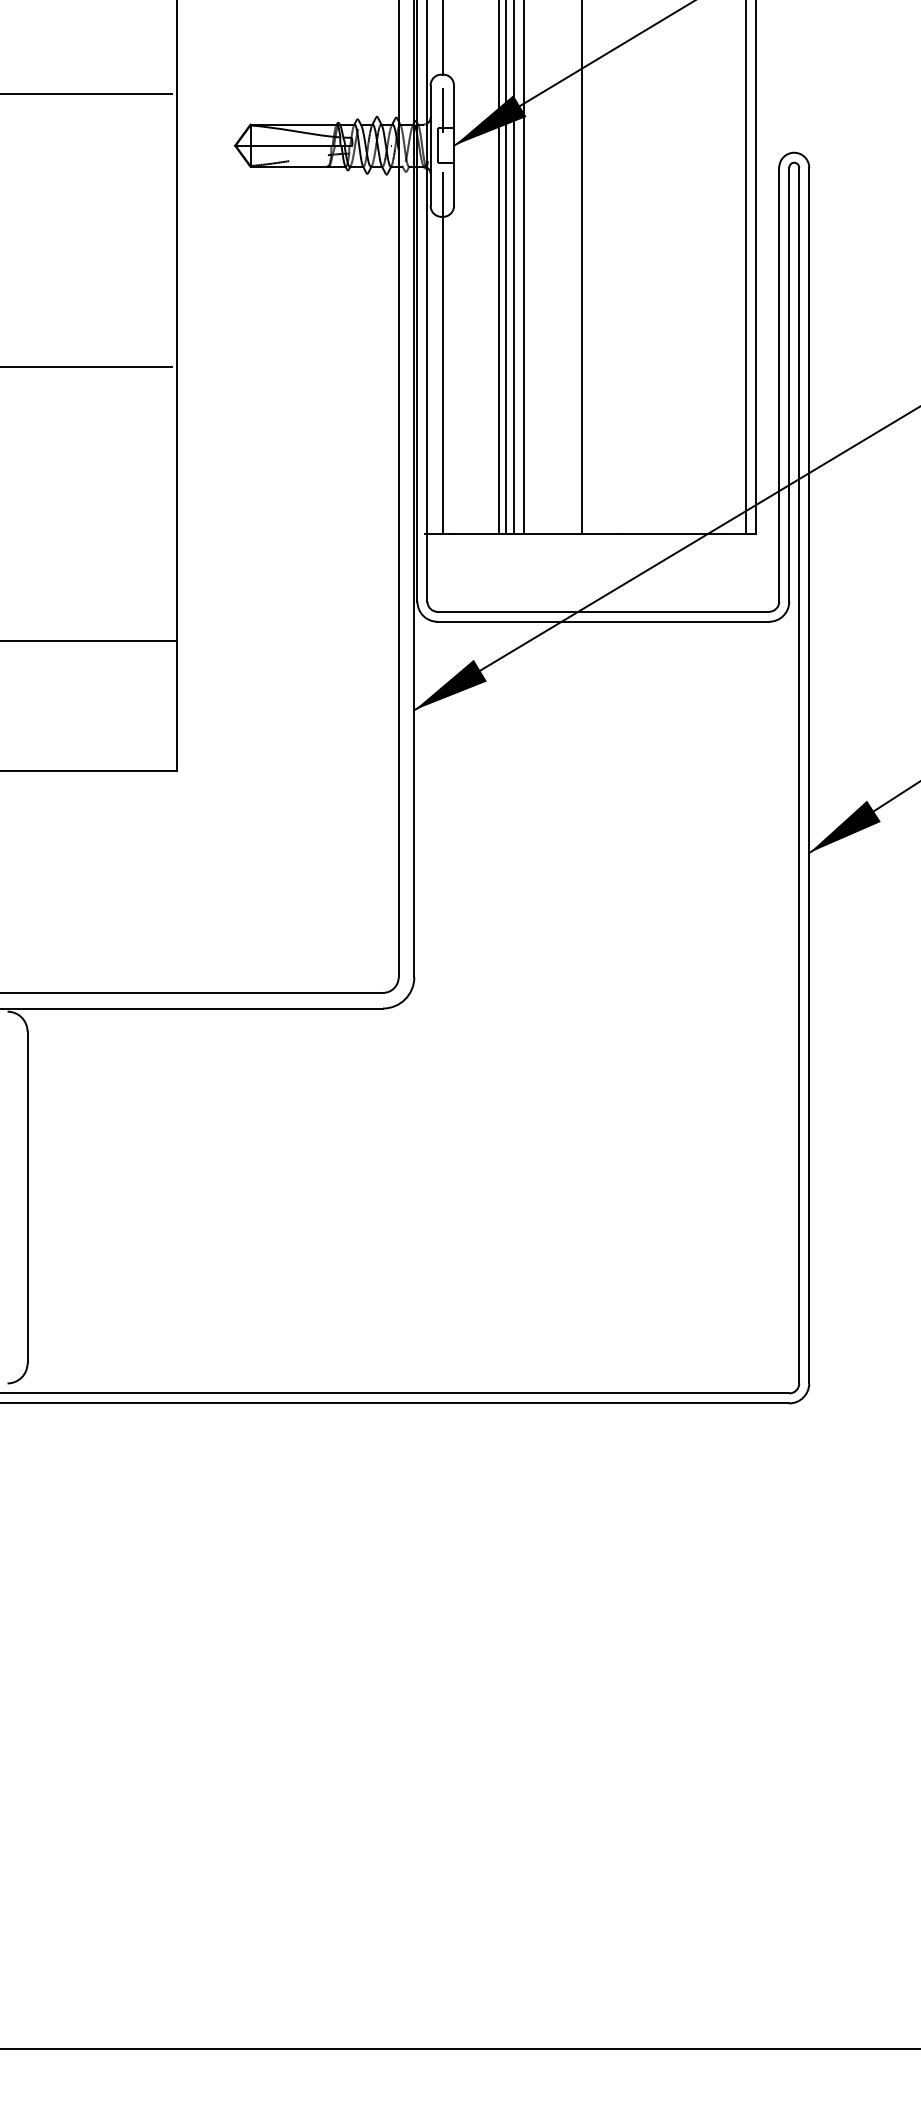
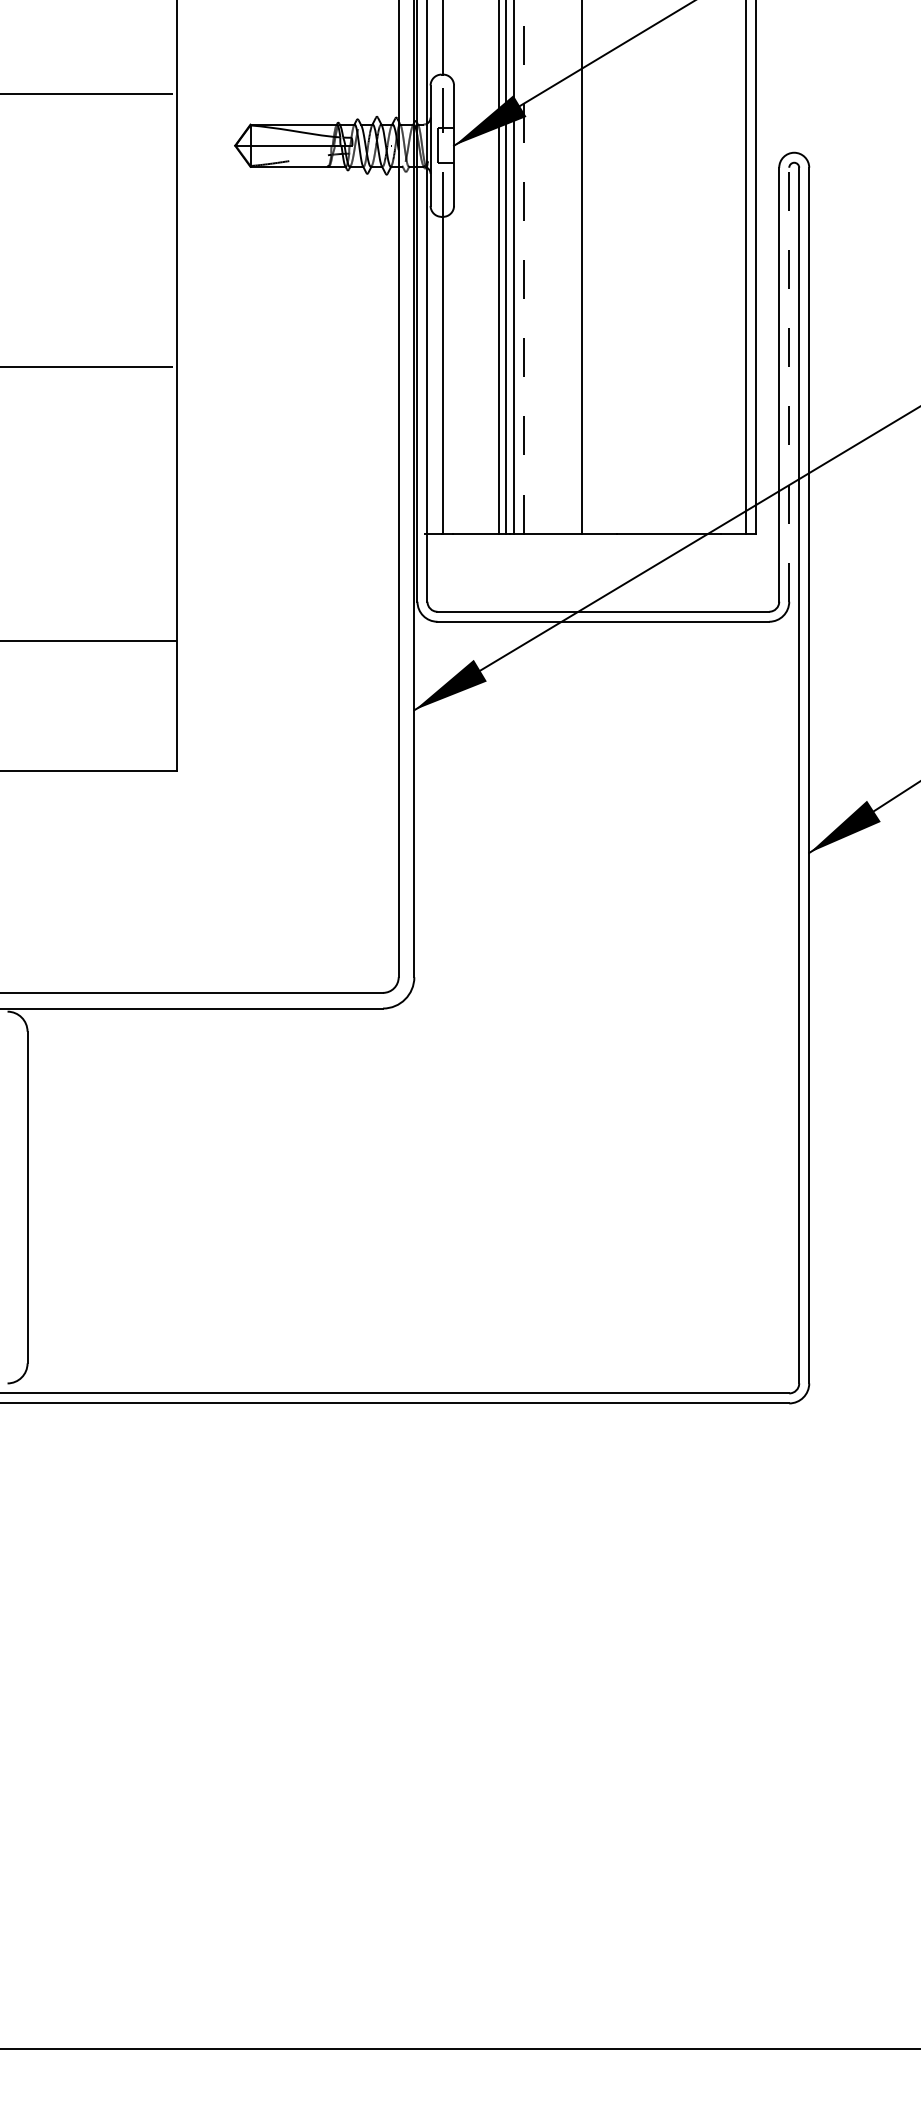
line at (524, 266): solid -> dashed
line at (789, 384): solid -> dashed
